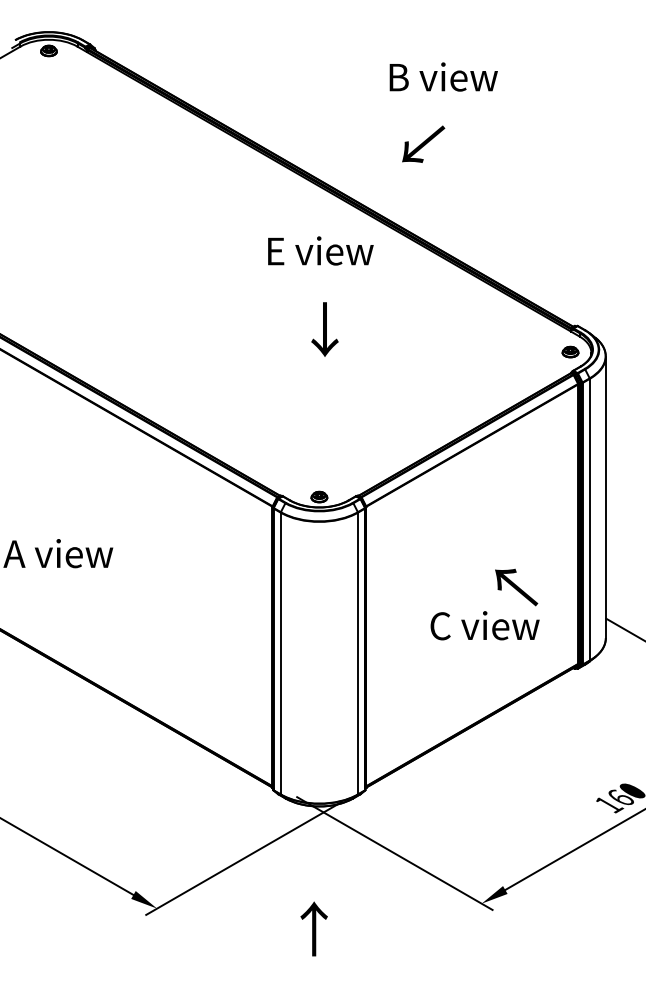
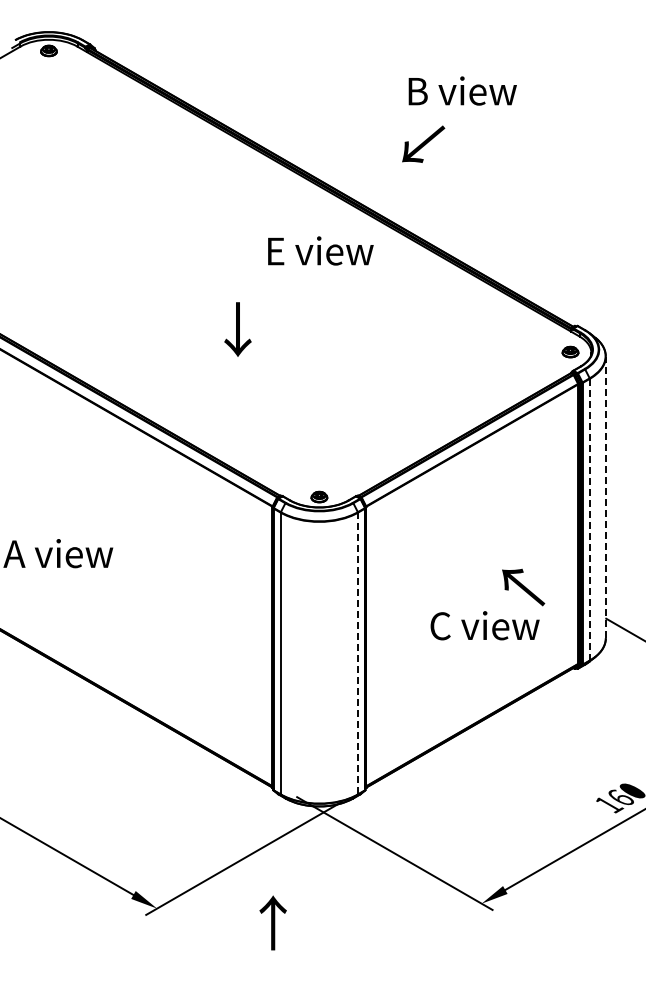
text at (443, 76) position: (443, 76) -> (462, 90)
text at (324, 329) position: (324, 329) -> (237, 329)
line at (605, 497): solid -> dashed
line at (589, 519): solid -> dashed
text at (516, 587) position: (516, 587) -> (523, 587)
line at (358, 653): solid -> dashed
text at (313, 928) position: (313, 928) -> (272, 922)
